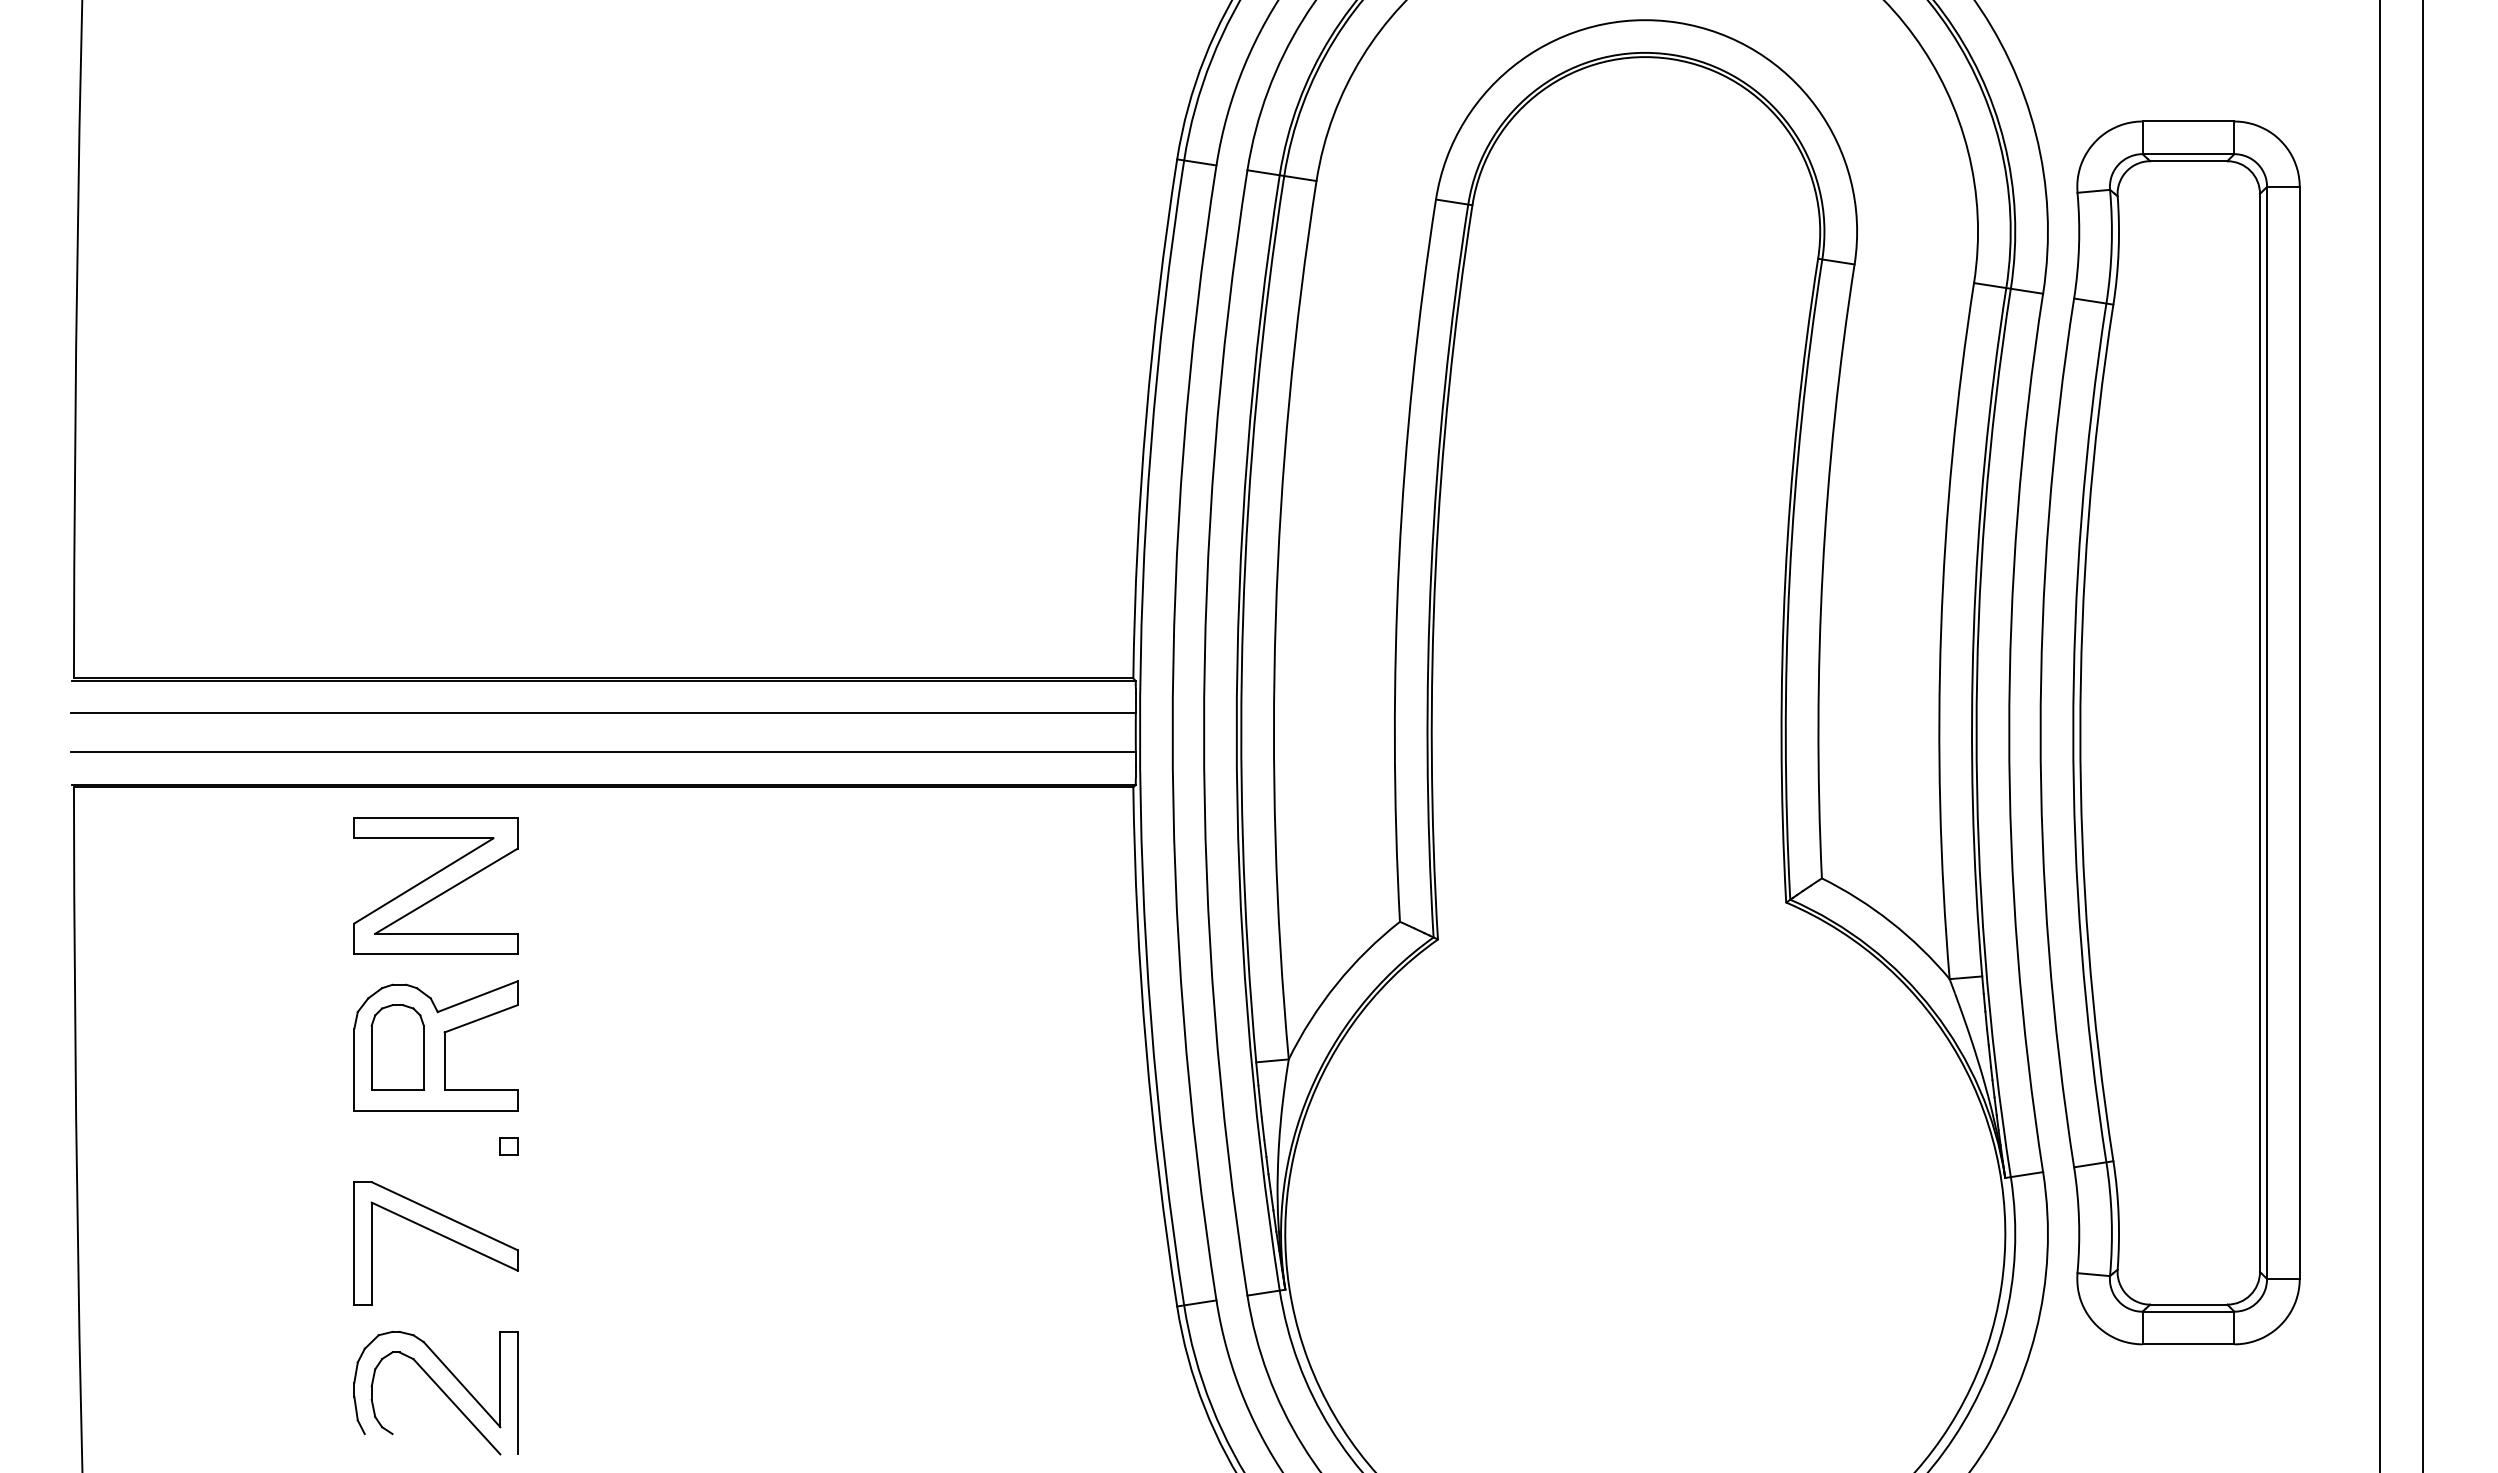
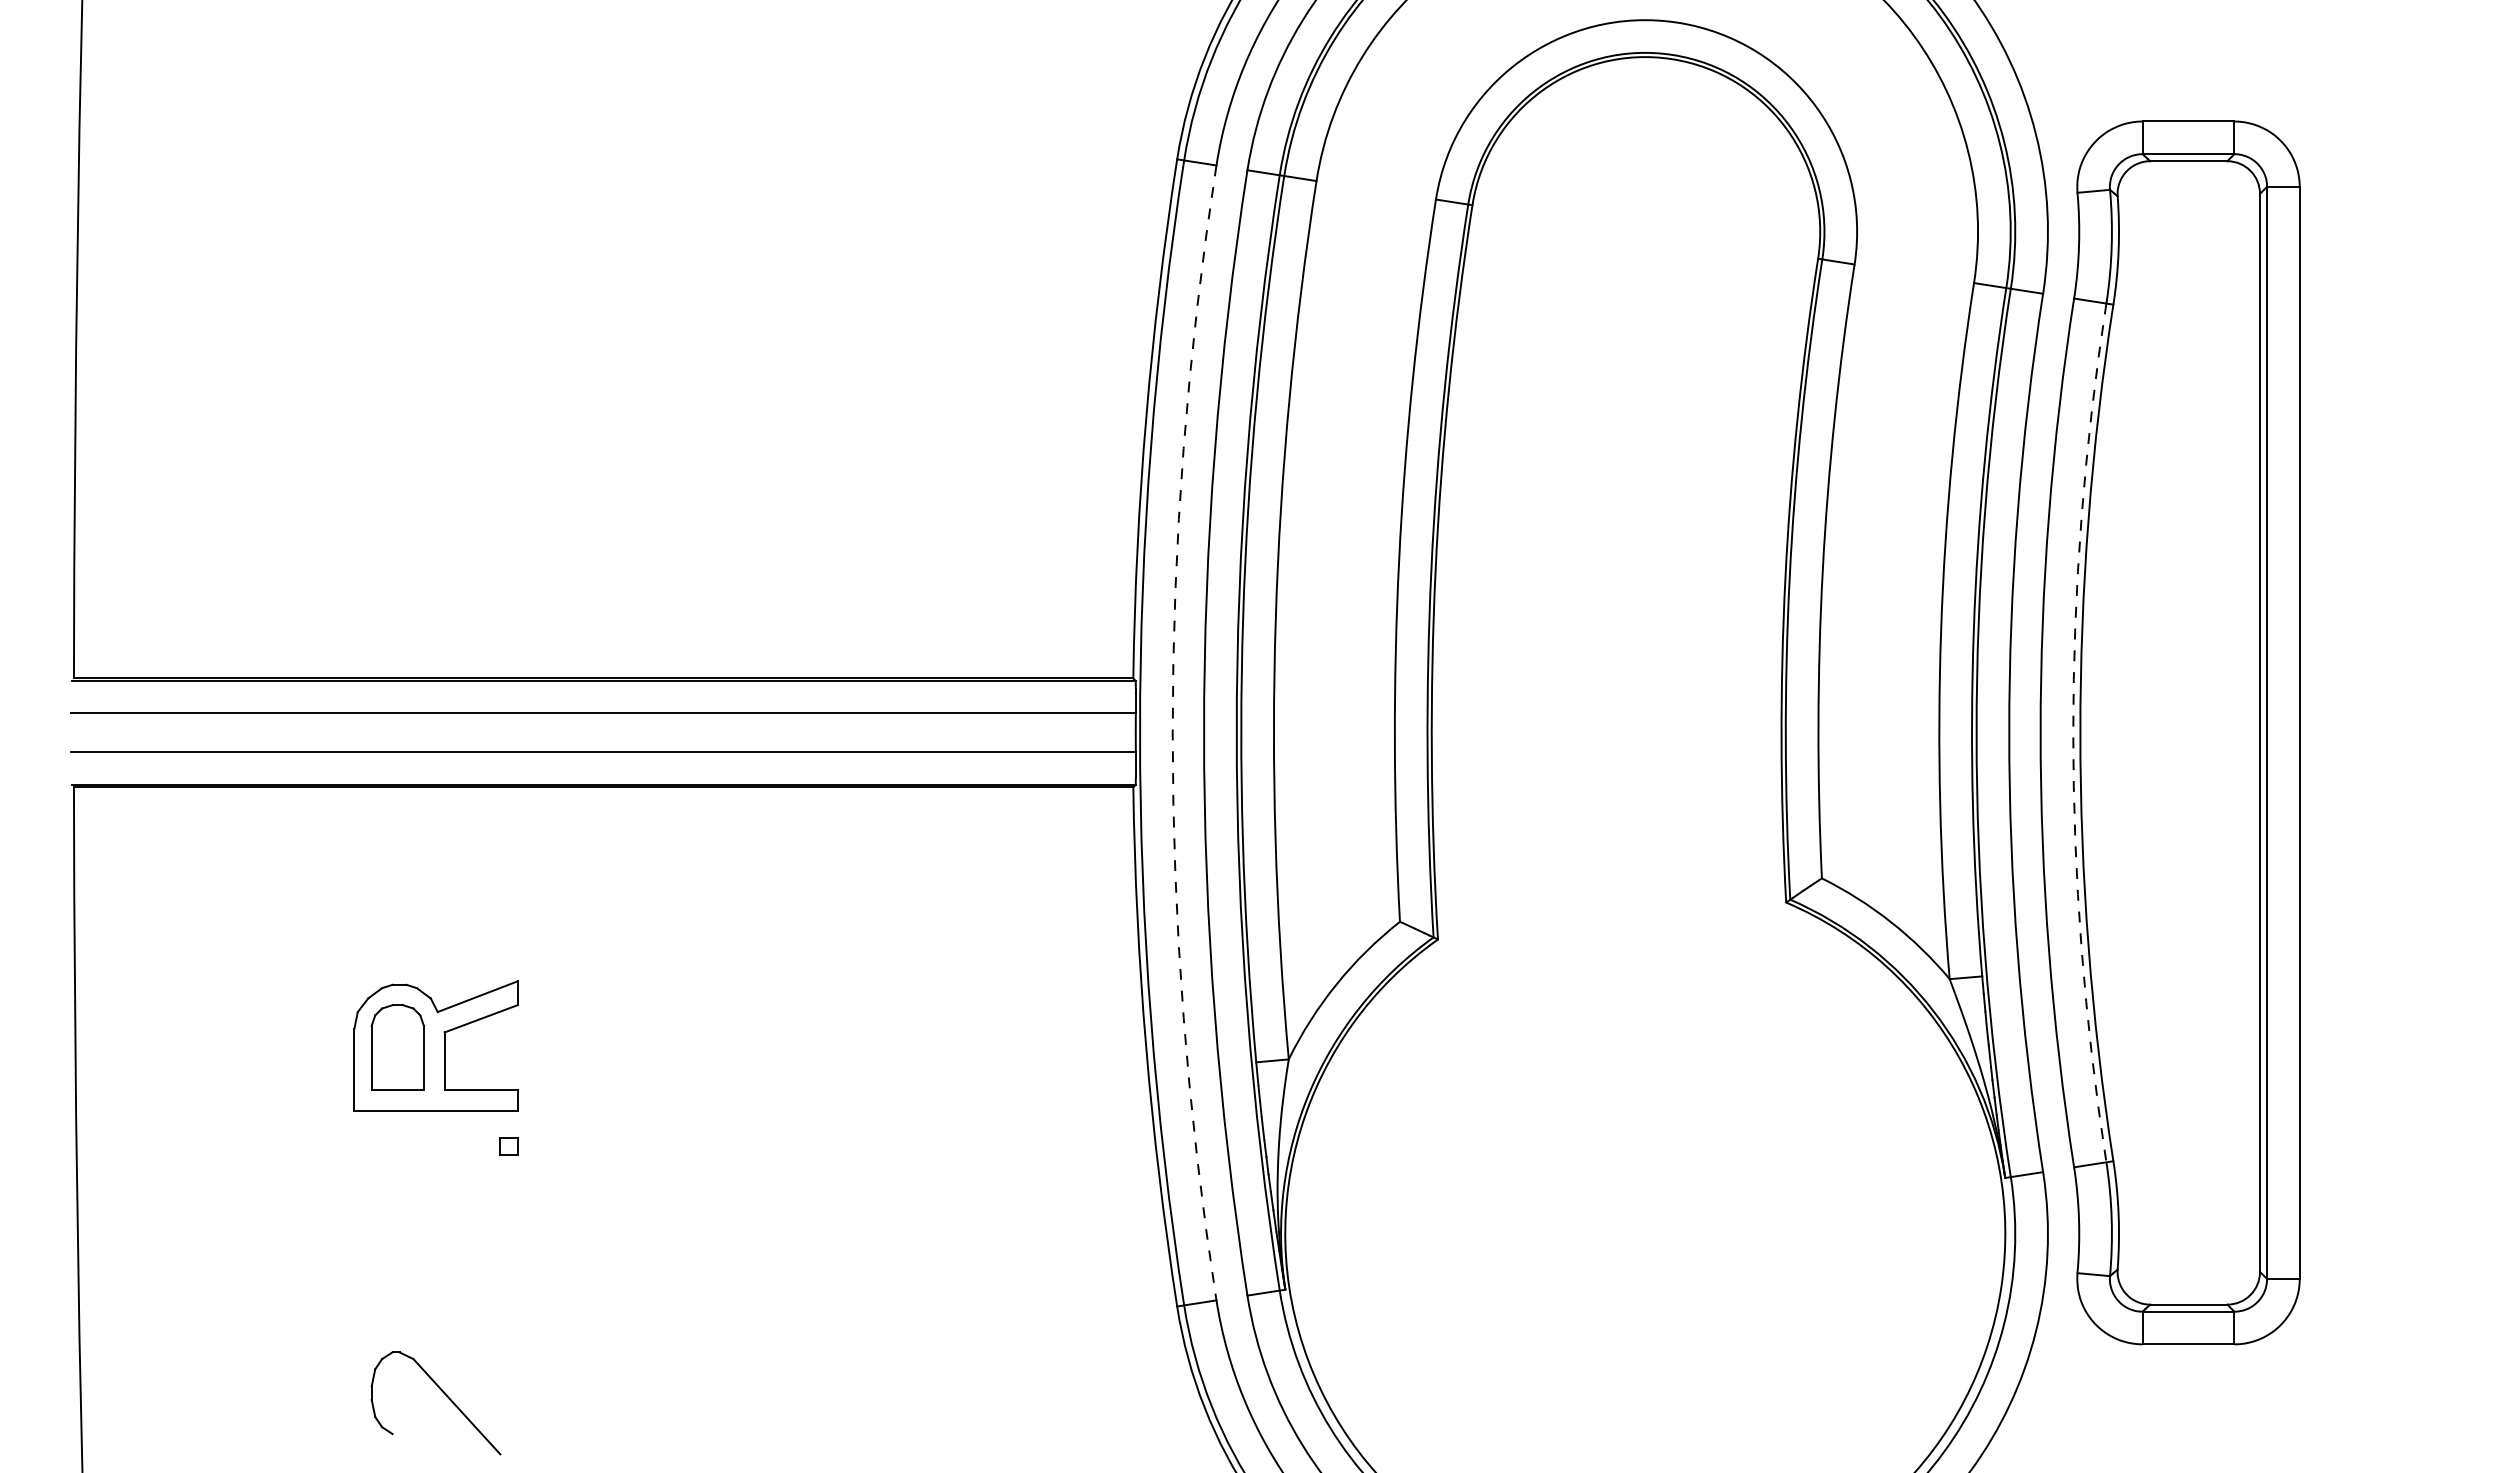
arc at (1172, 732): solid -> dashed
arc at (2073, 732): solid -> dashed
line at (2379, 735): present -> none
line at (2423, 735): present -> none
part at (435, 885): present -> none
part at (439, 1235): present -> none
part at (452, 1375): present -> none
